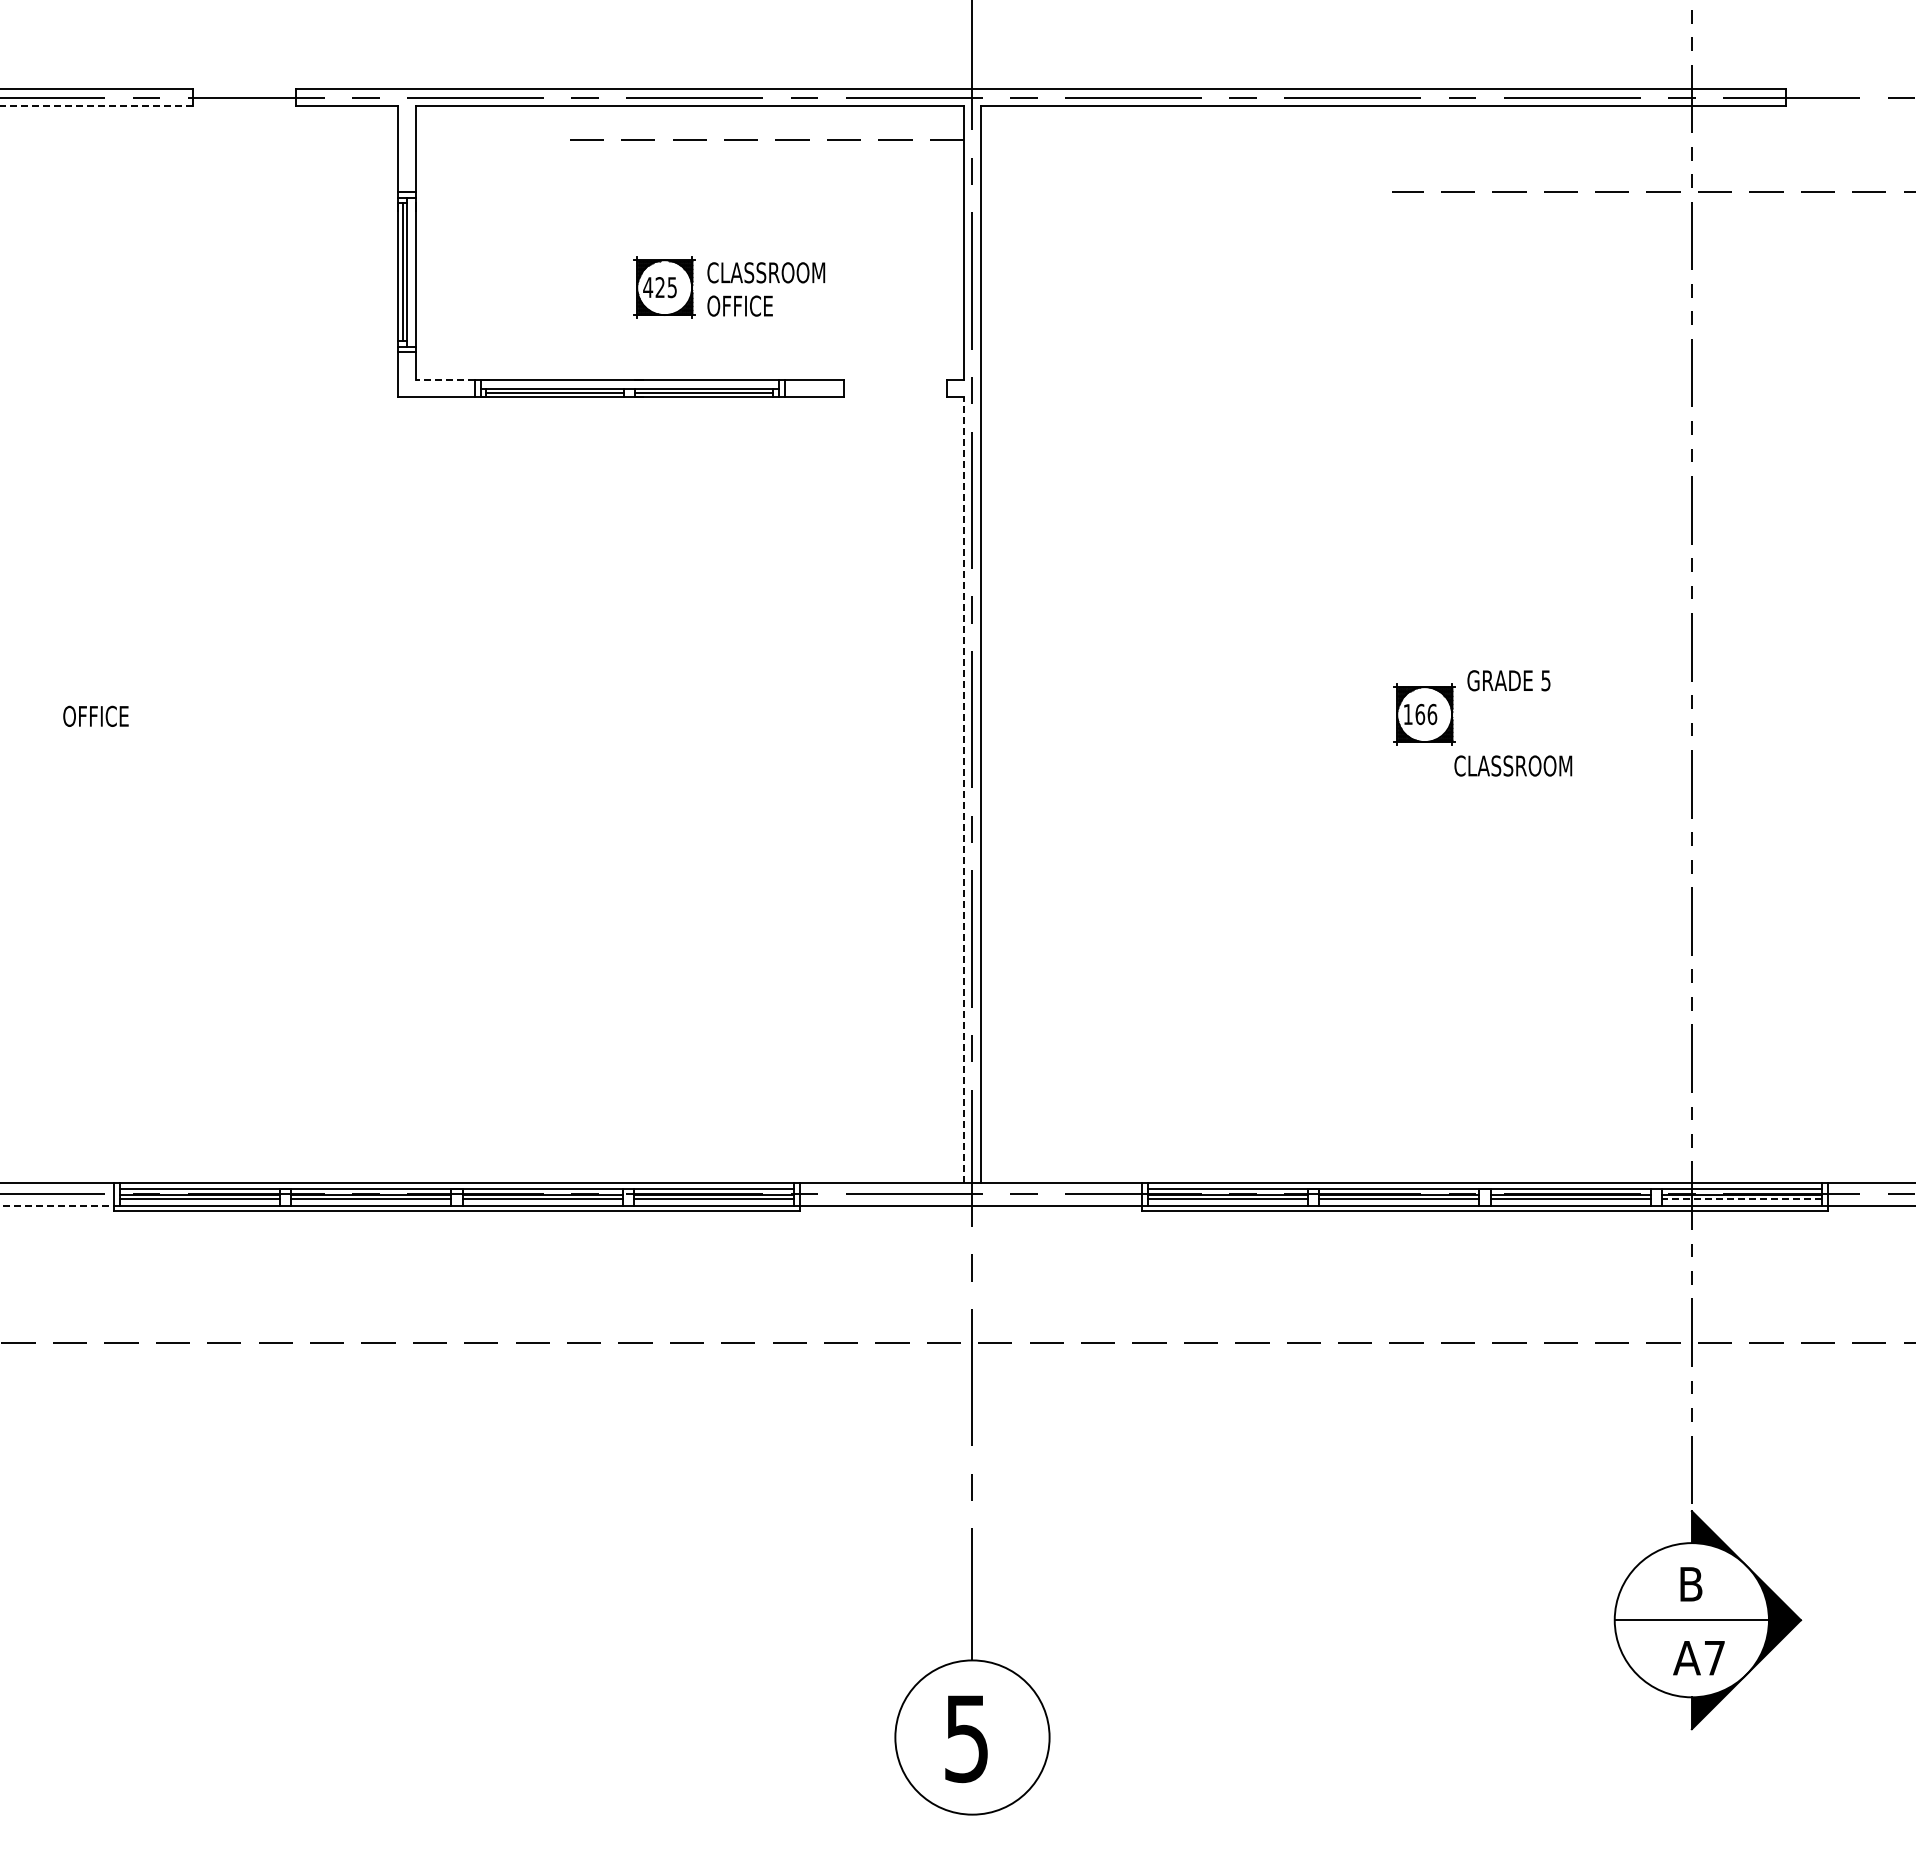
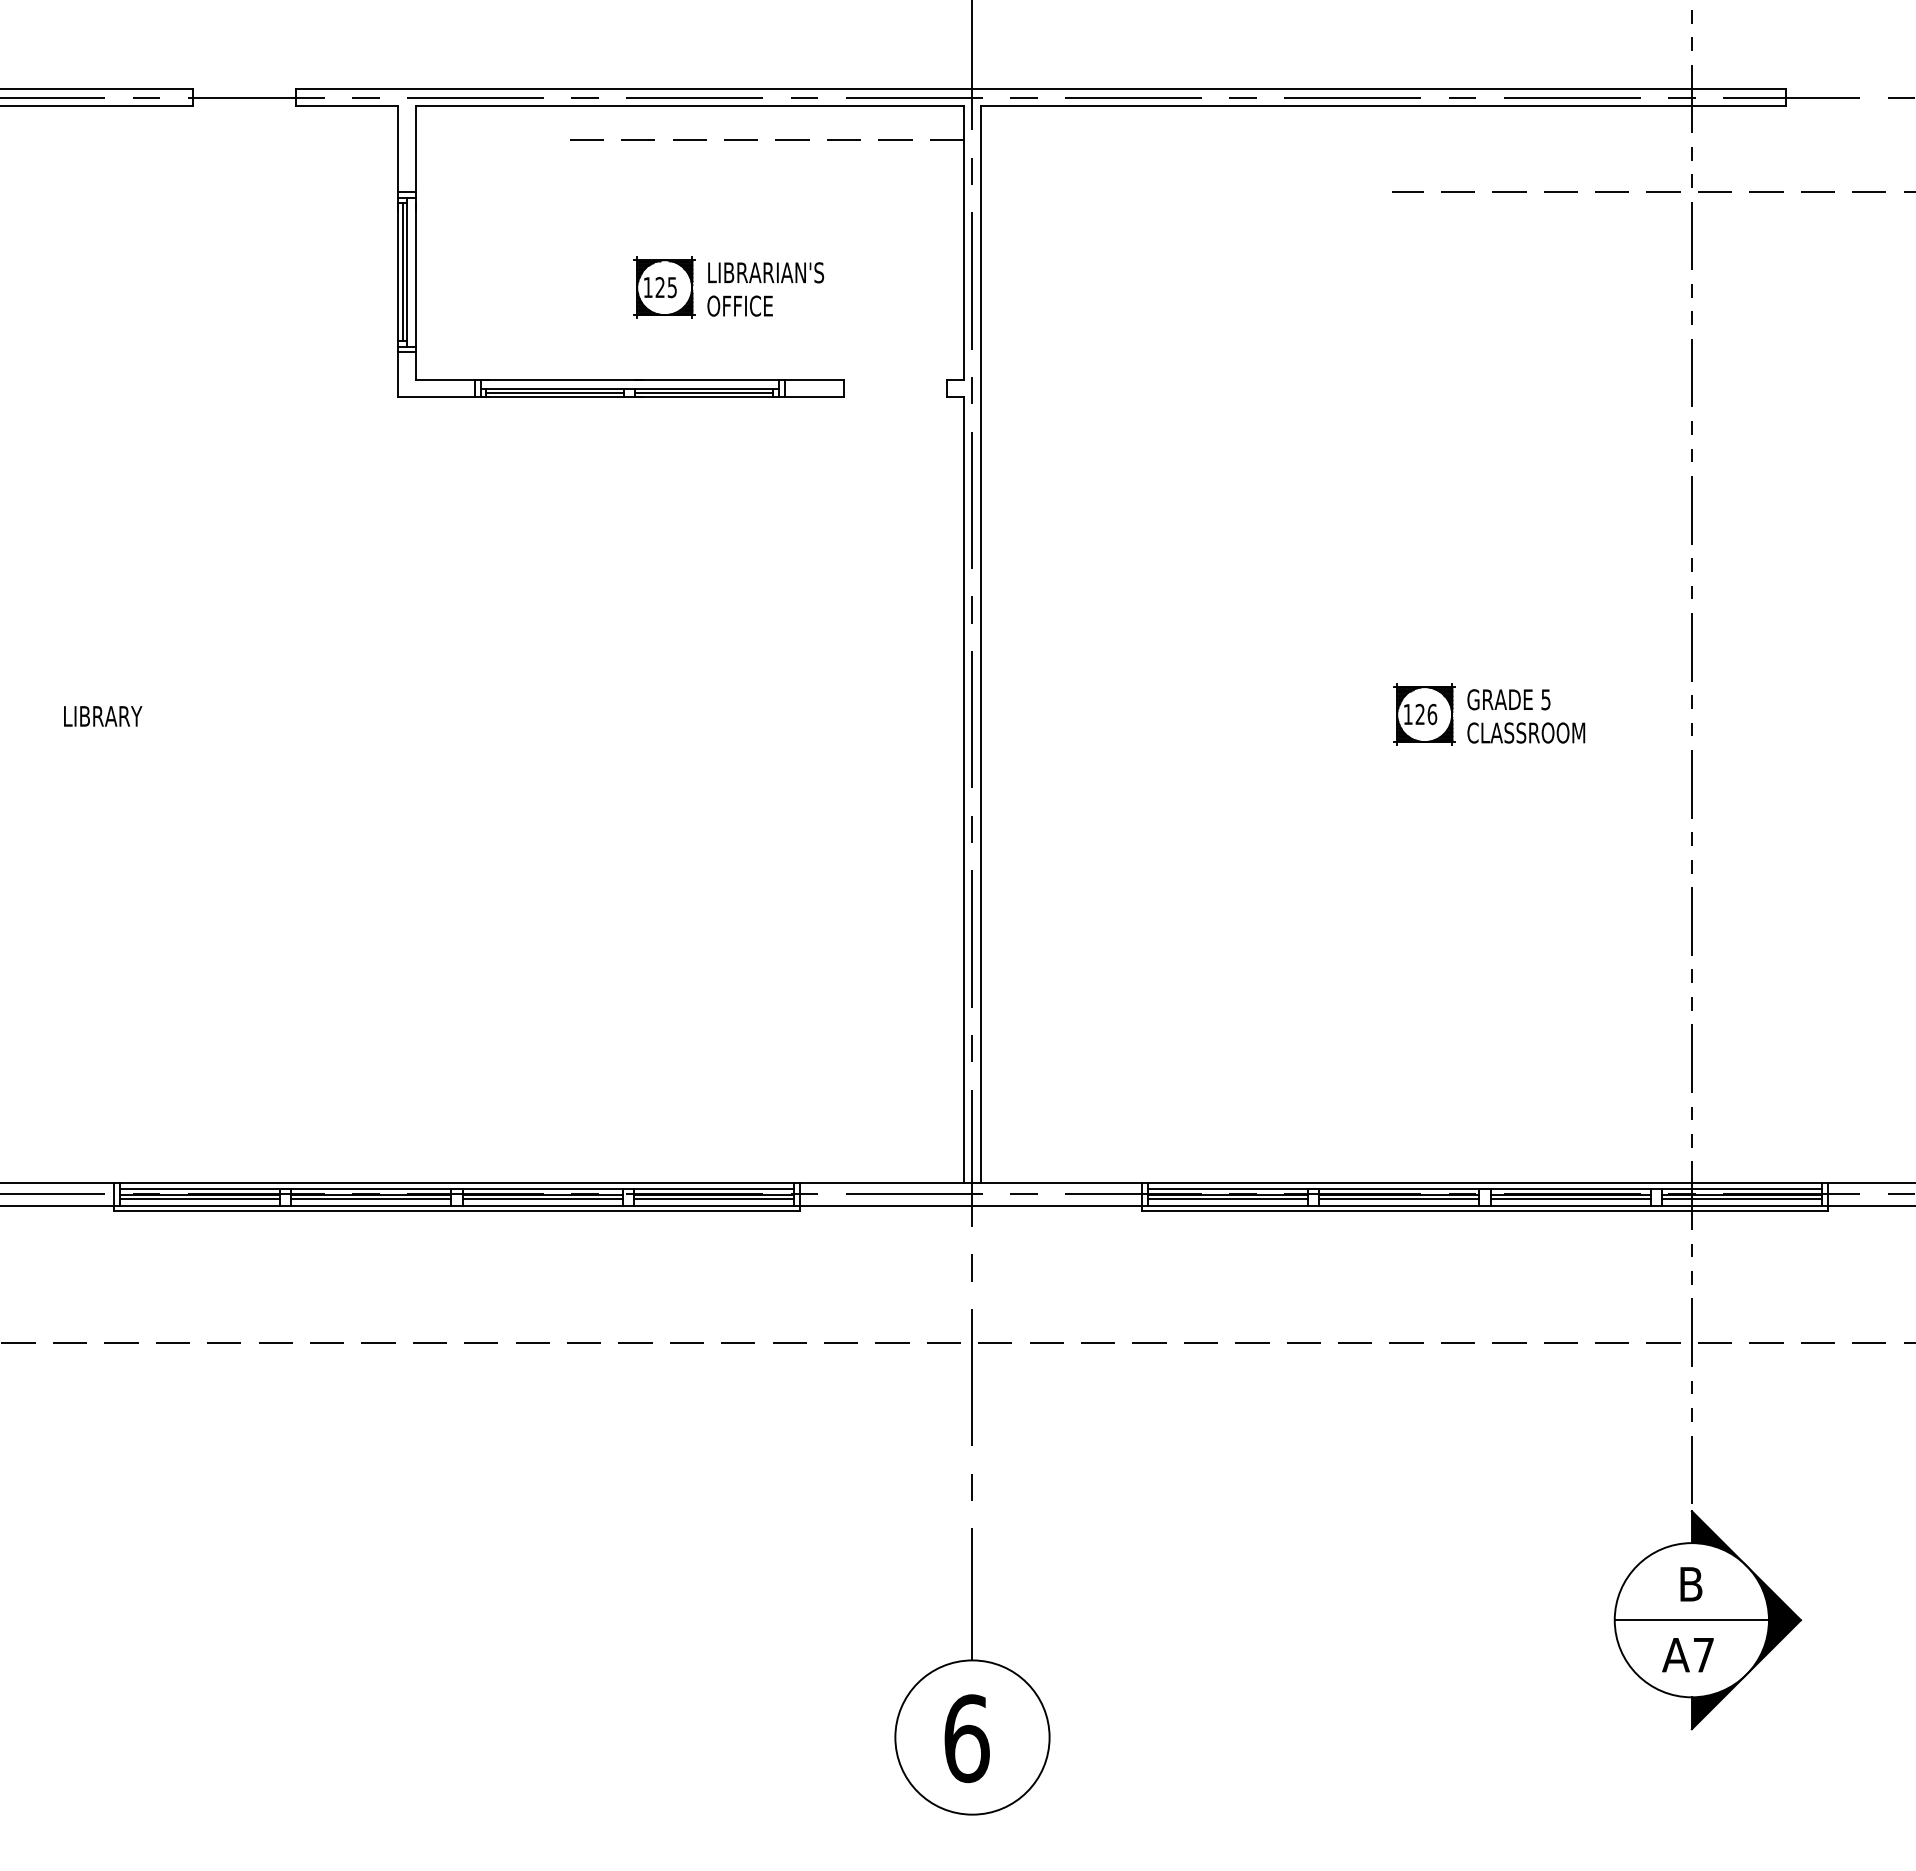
line at (96, 106): dashed -> solid
text at (766, 272): CLASSROOM -> LIBRARIAN'S
text at (648, 287): 425 -> 125
line at (445, 380): dashed -> solid
text at (1508, 680) position: (1508, 680) -> (1508, 699)
text at (1420, 714): 166 -> 126
text at (102, 715): OFFICE -> LIBRARY
text at (1513, 765) position: (1513, 765) -> (1526, 732)
line at (963, 790): dashed -> solid
line at (1742, 1199): dashed -> solid
line at (57, 1205): dashed -> solid
text at (1698, 1658) position: (1698, 1658) -> (1687, 1655)
text at (966, 1738): 5 -> 6
